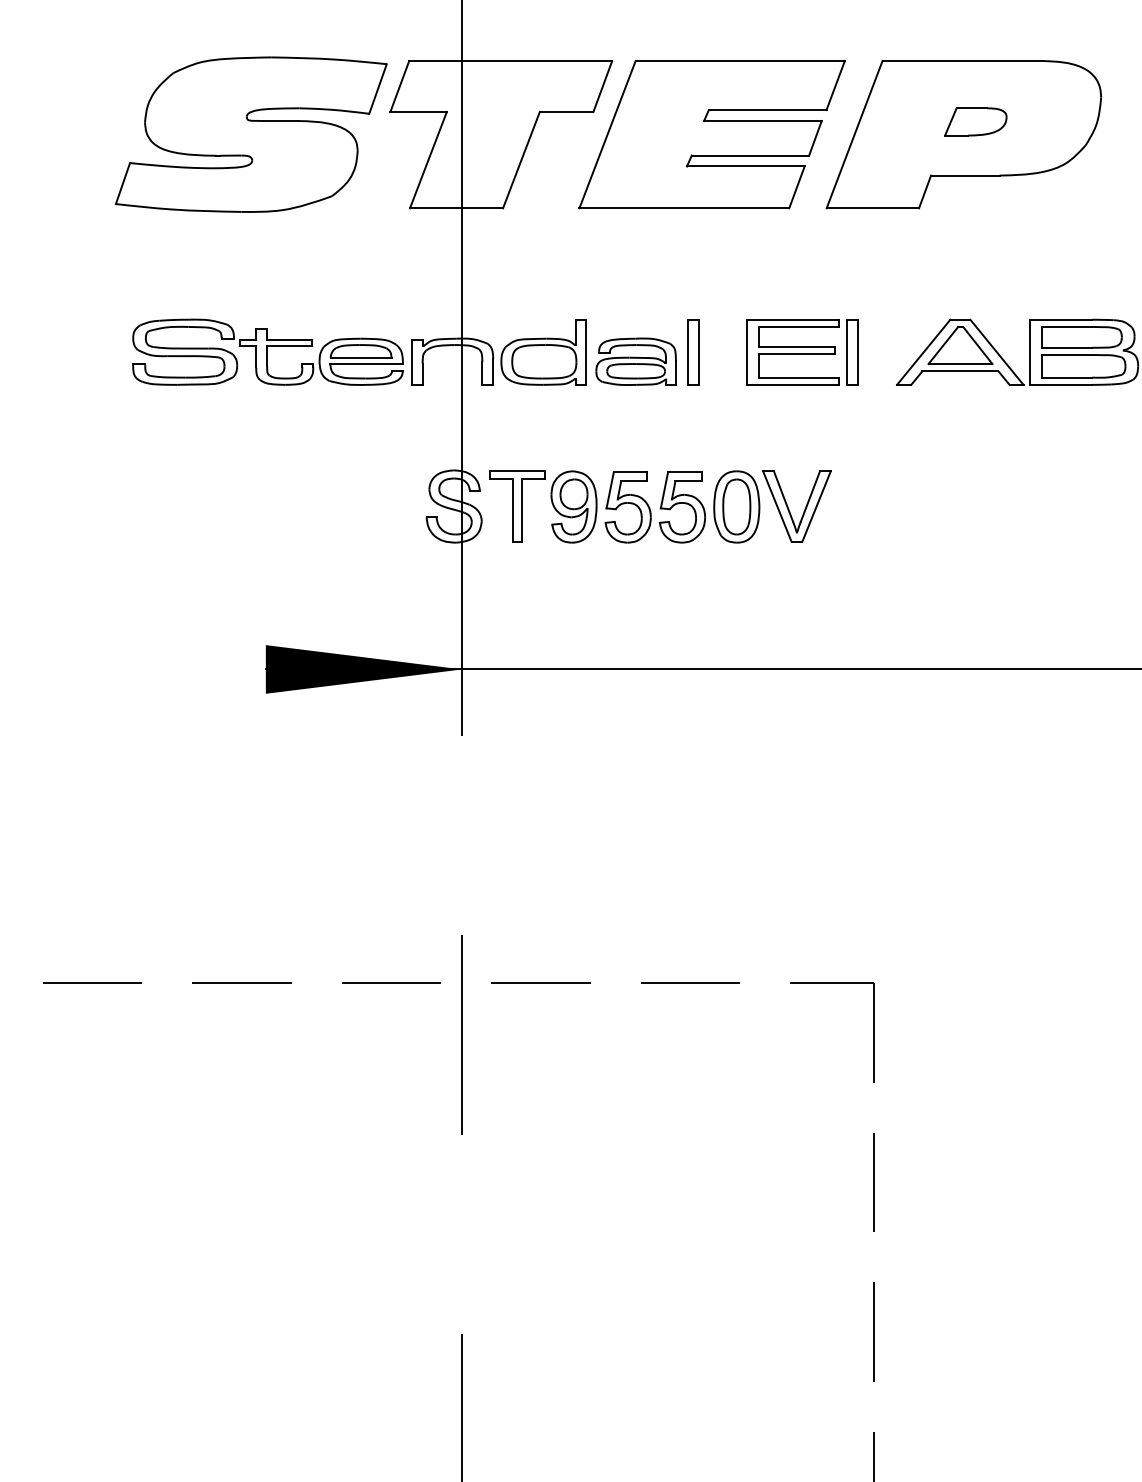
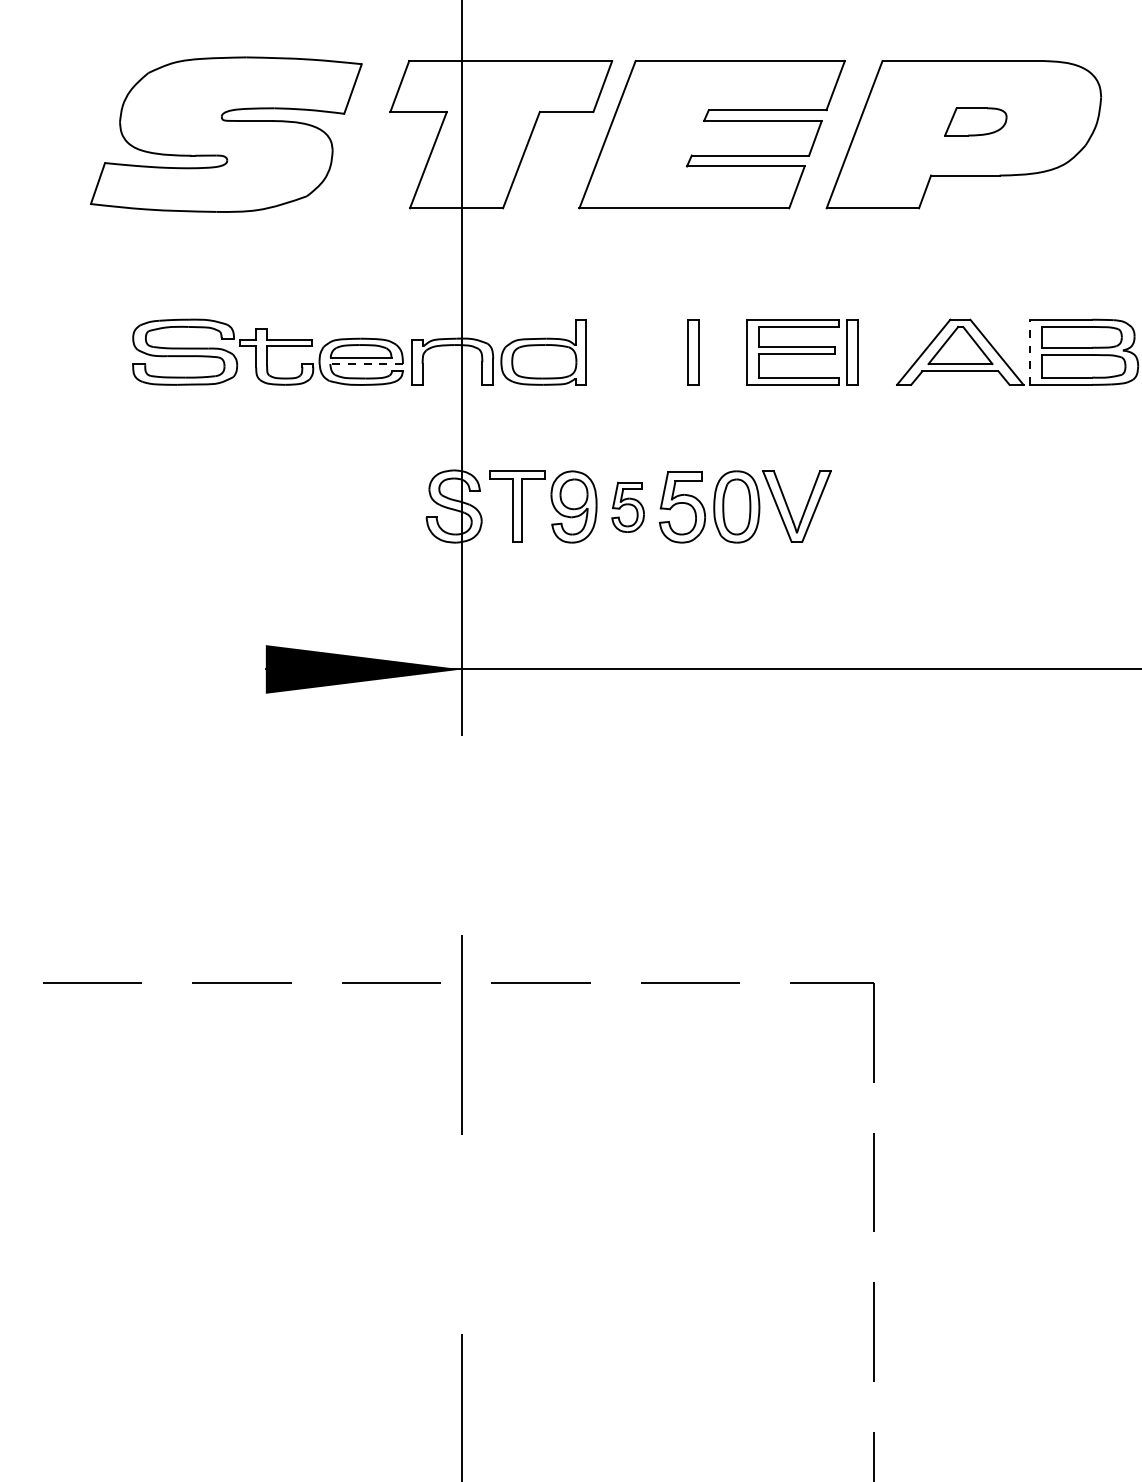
part at (250, 134) position: (250, 134) -> (225, 134)
line at (1029, 352): solid -> dashed
part at (635, 361): present -> none
line at (366, 364): solid -> dashed
part at (627, 507) size: 48x73 px -> 34x52 px
